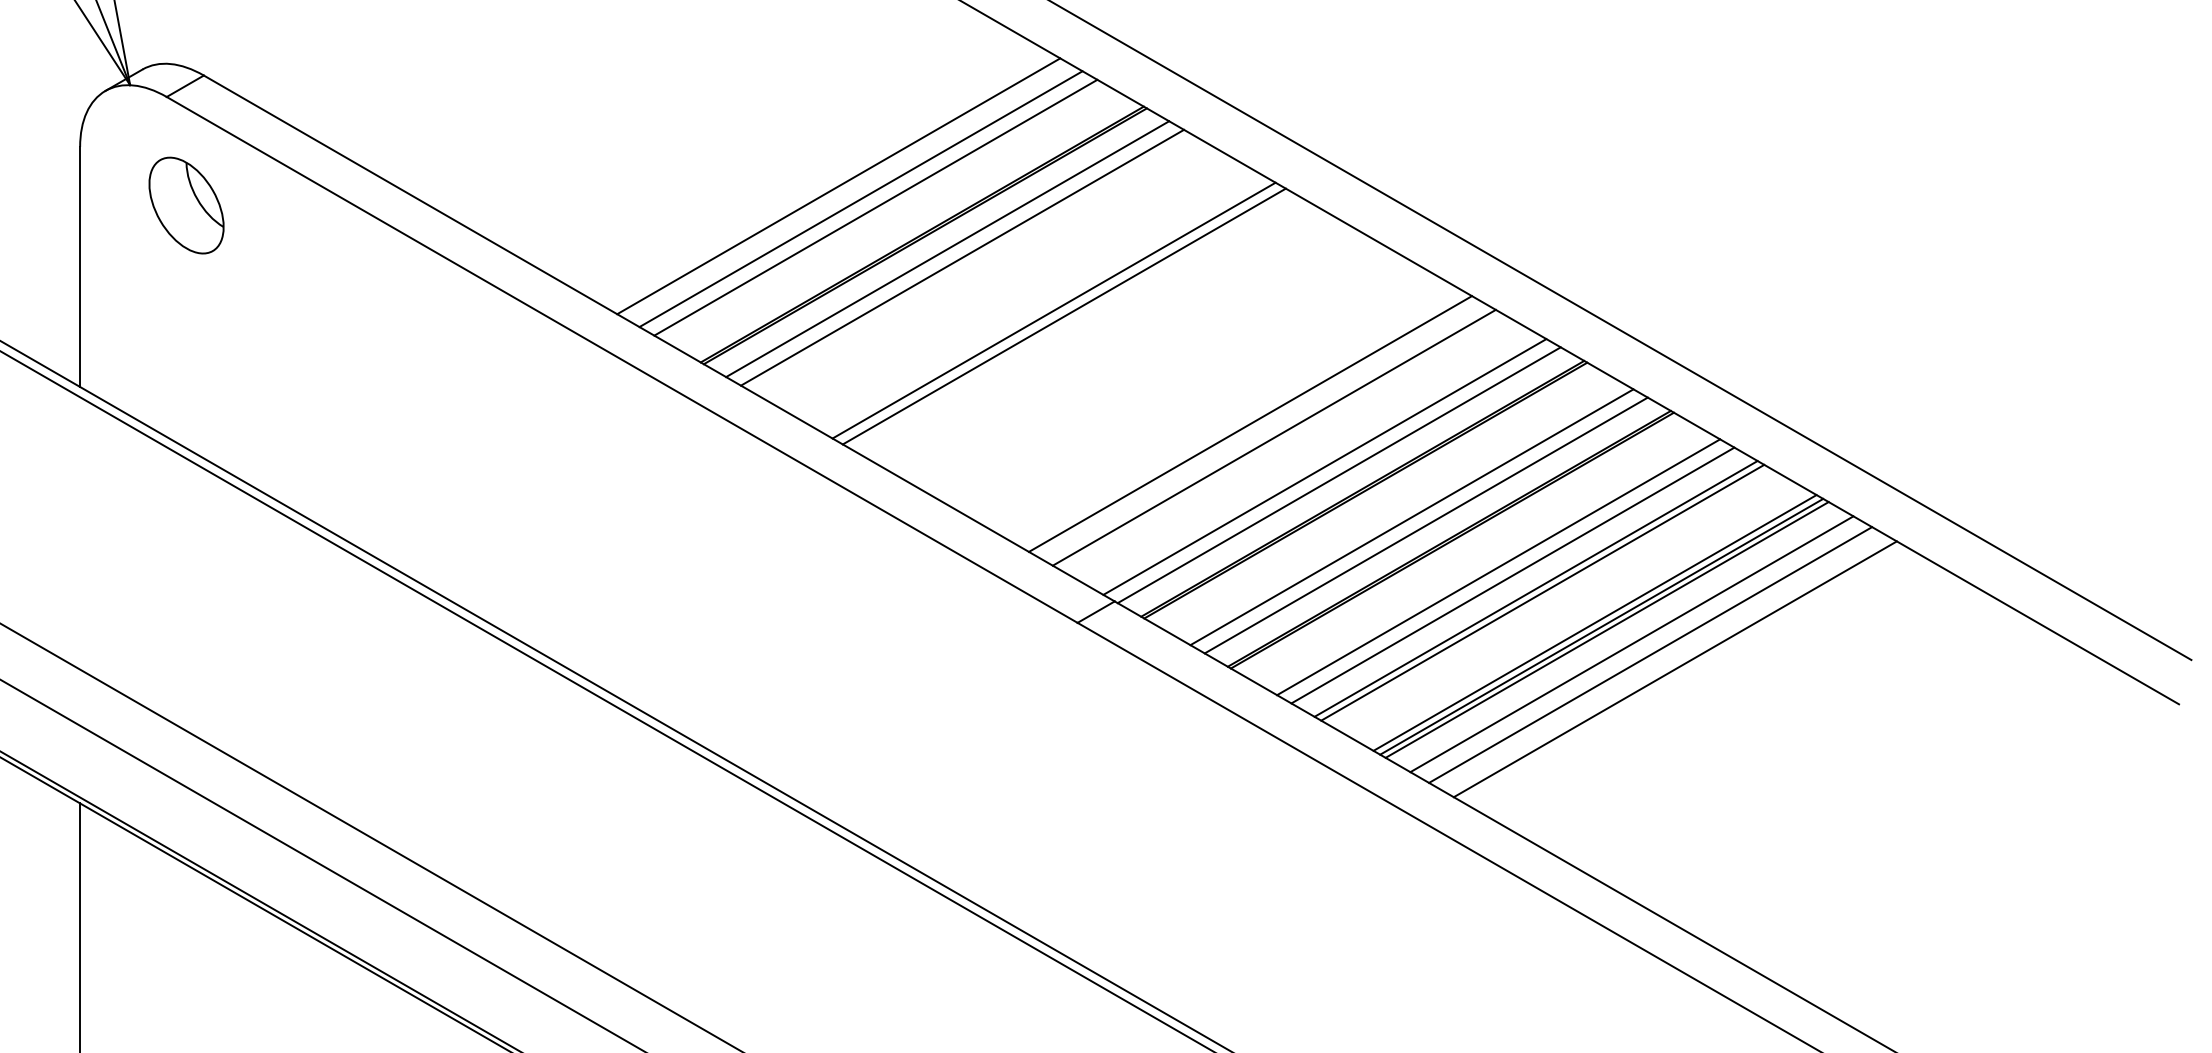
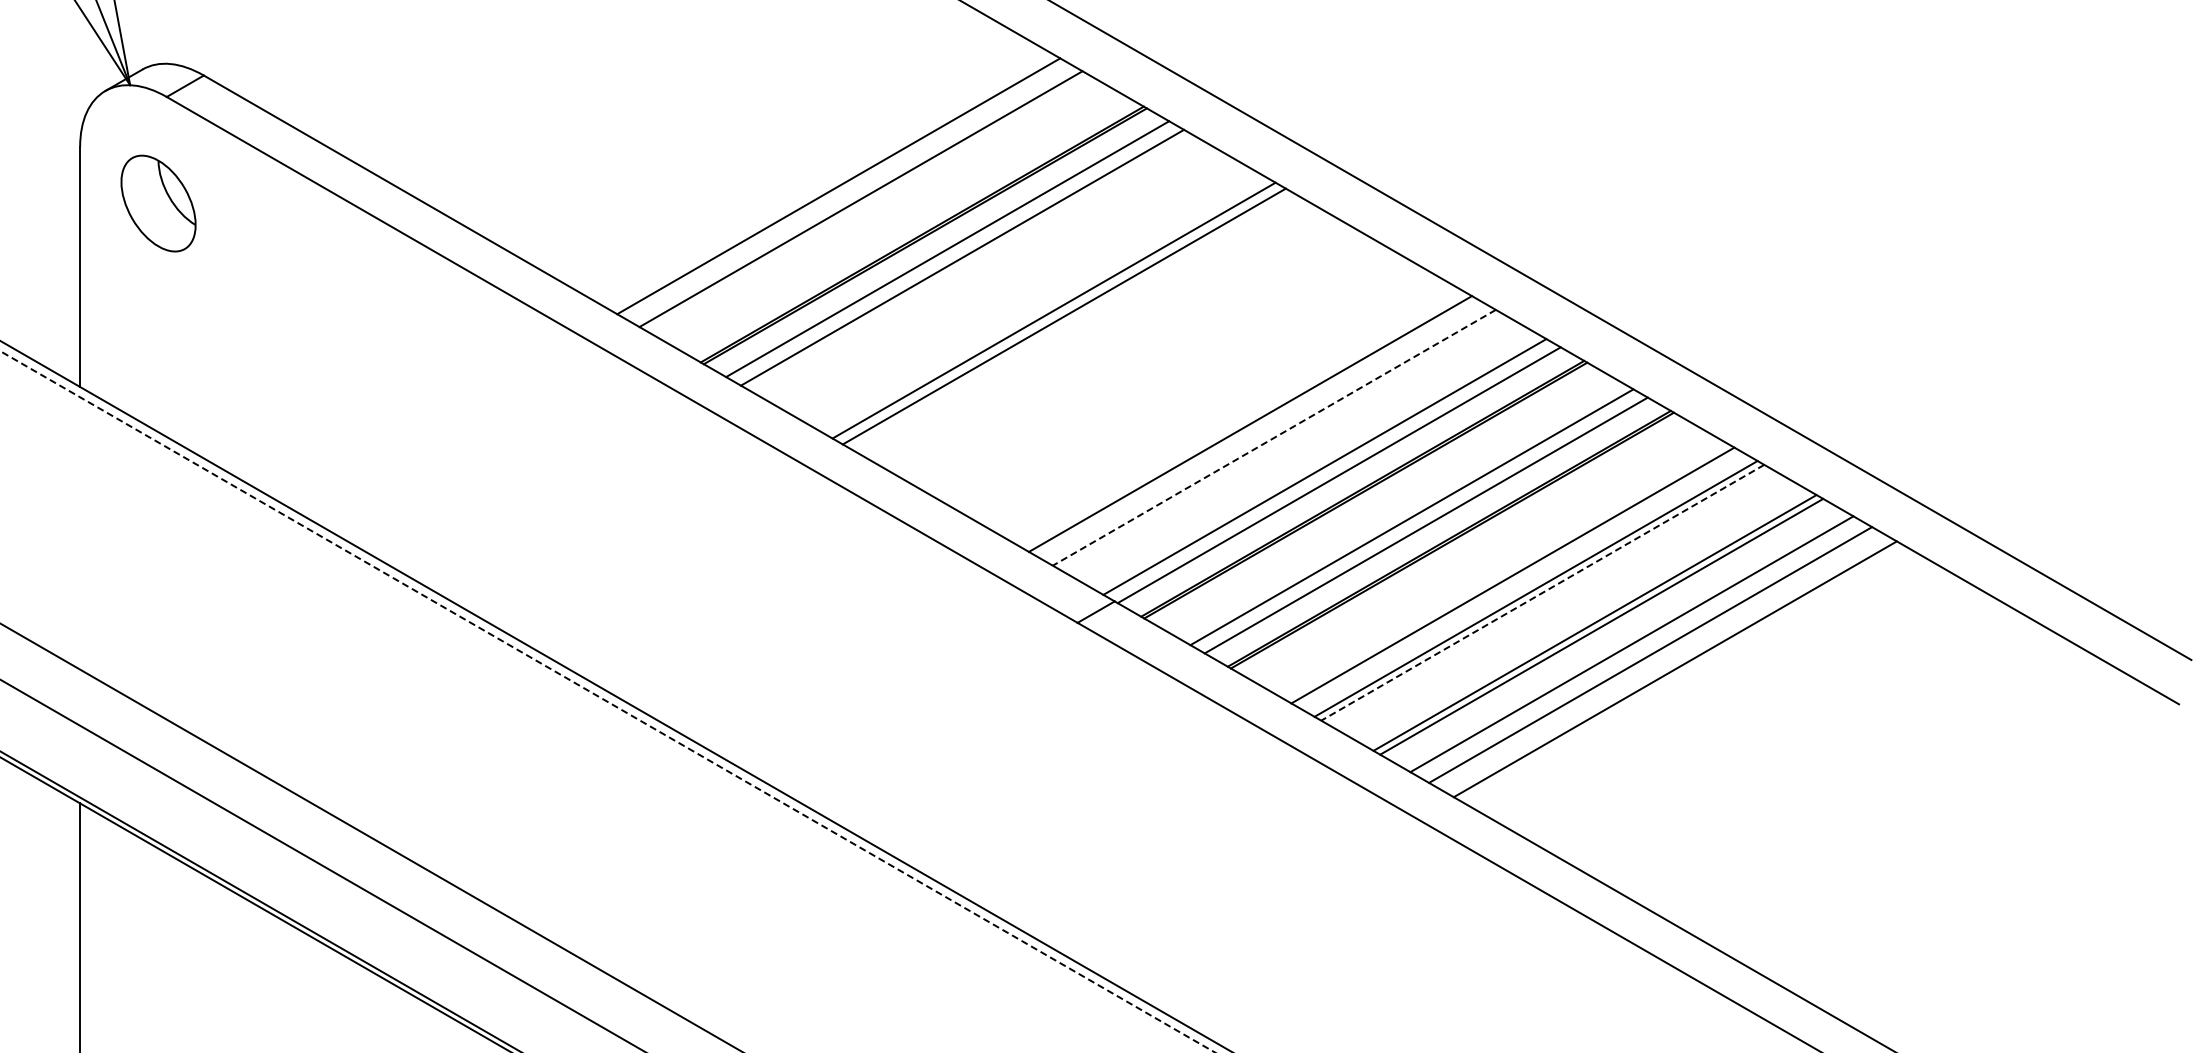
part at (186, 205) position: (186, 205) -> (158, 203)
line at (875, 207): present -> none
line at (1274, 437): solid -> dashed
line at (1498, 567): present -> none
line at (1542, 592): solid -> dashed
line at (1606, 629): present -> none
line at (608, 702): solid -> dashed
